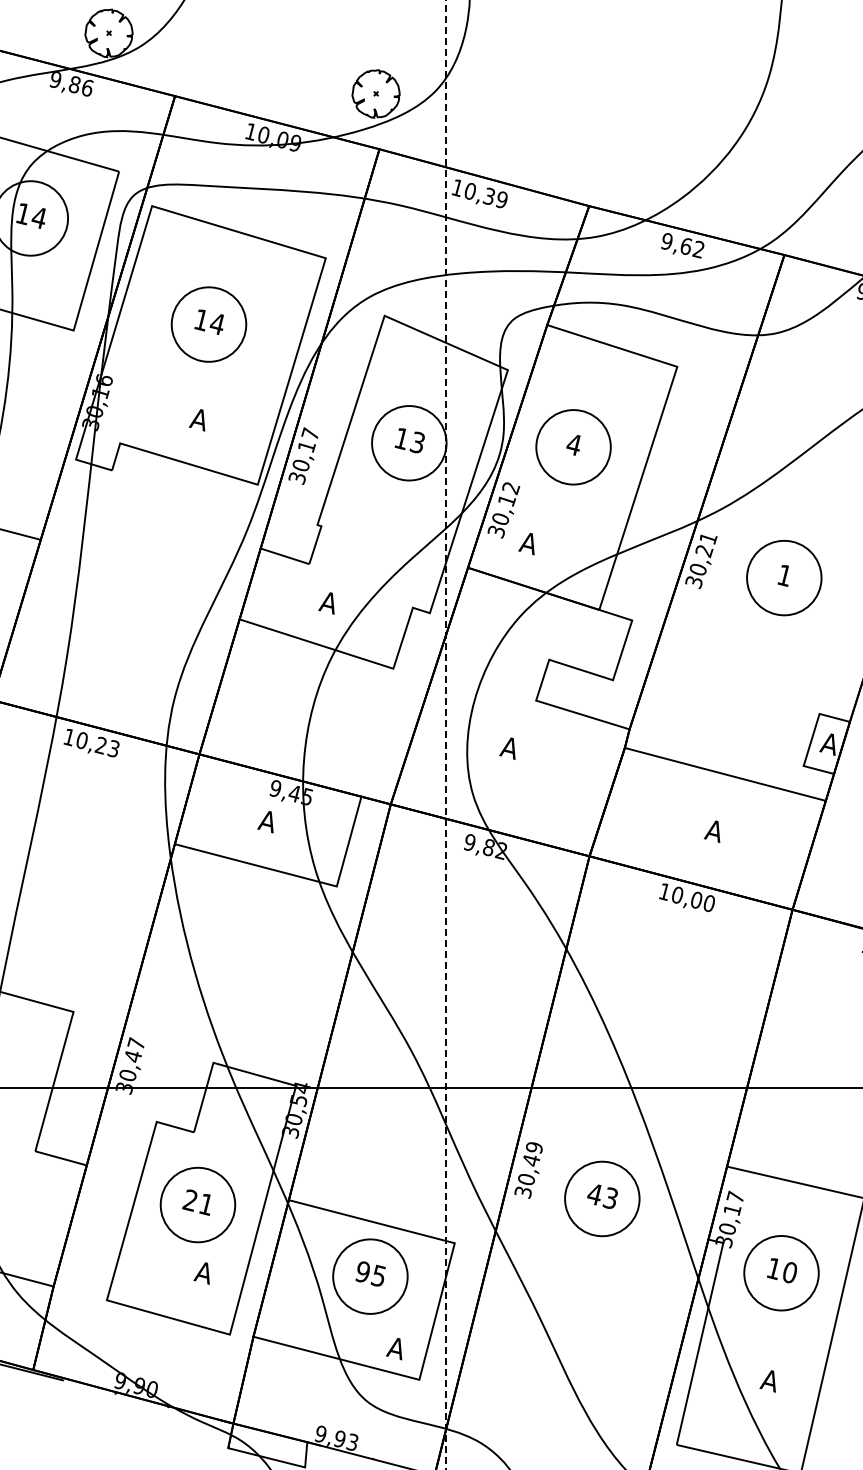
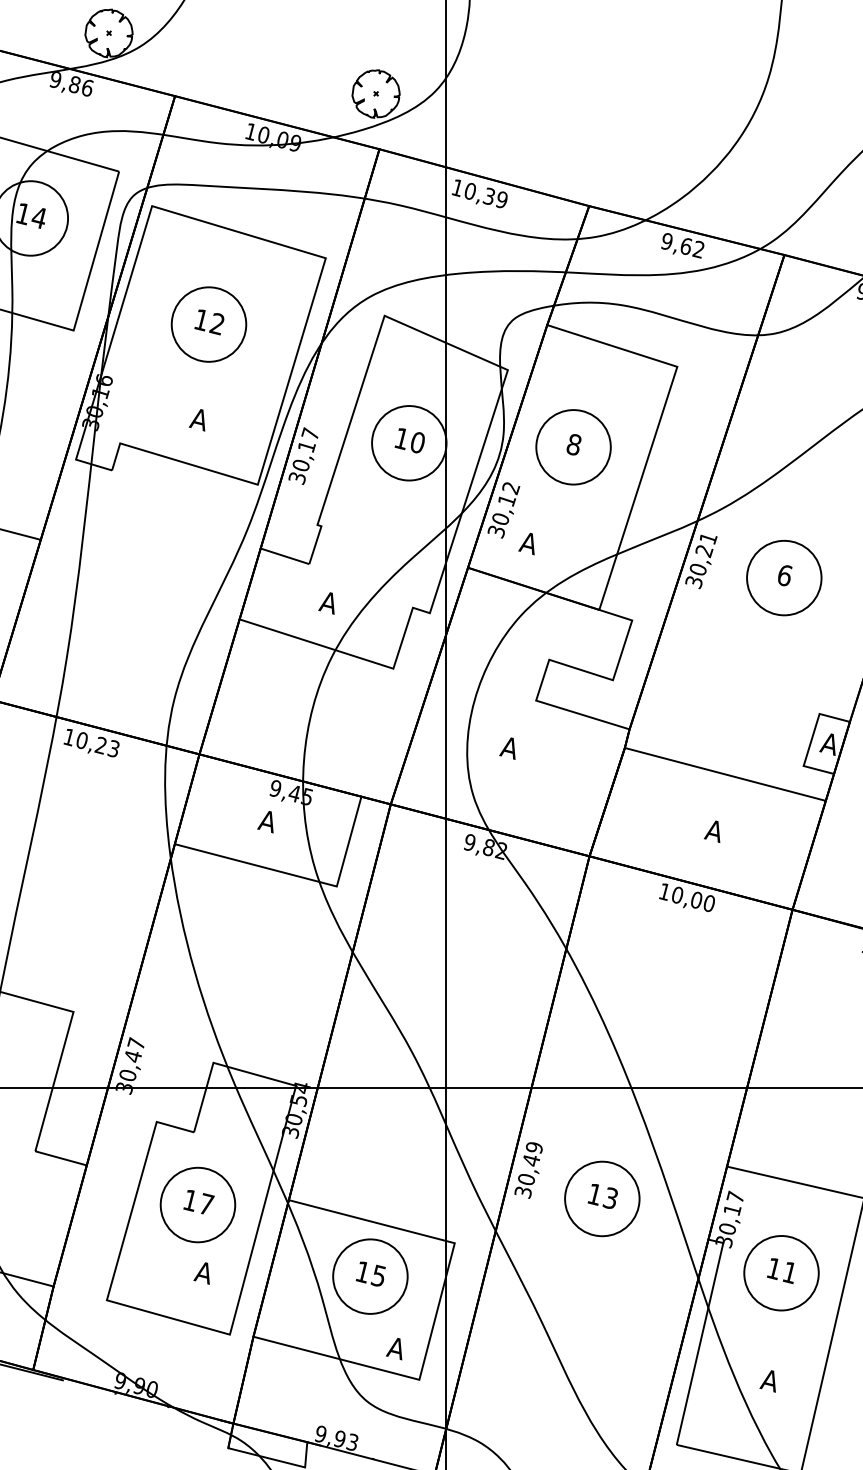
text at (216, 324): 14 -> 12
text at (416, 442): 13 -> 10
text at (573, 444): 4 -> 8
text at (784, 575): 1 -> 6
line at (445, 734): dashed -> solid
text at (594, 1194): 43 -> 13
text at (198, 1202): 21 -> 17
text at (362, 1272): 95 -> 15
text at (789, 1272): 10 -> 11
